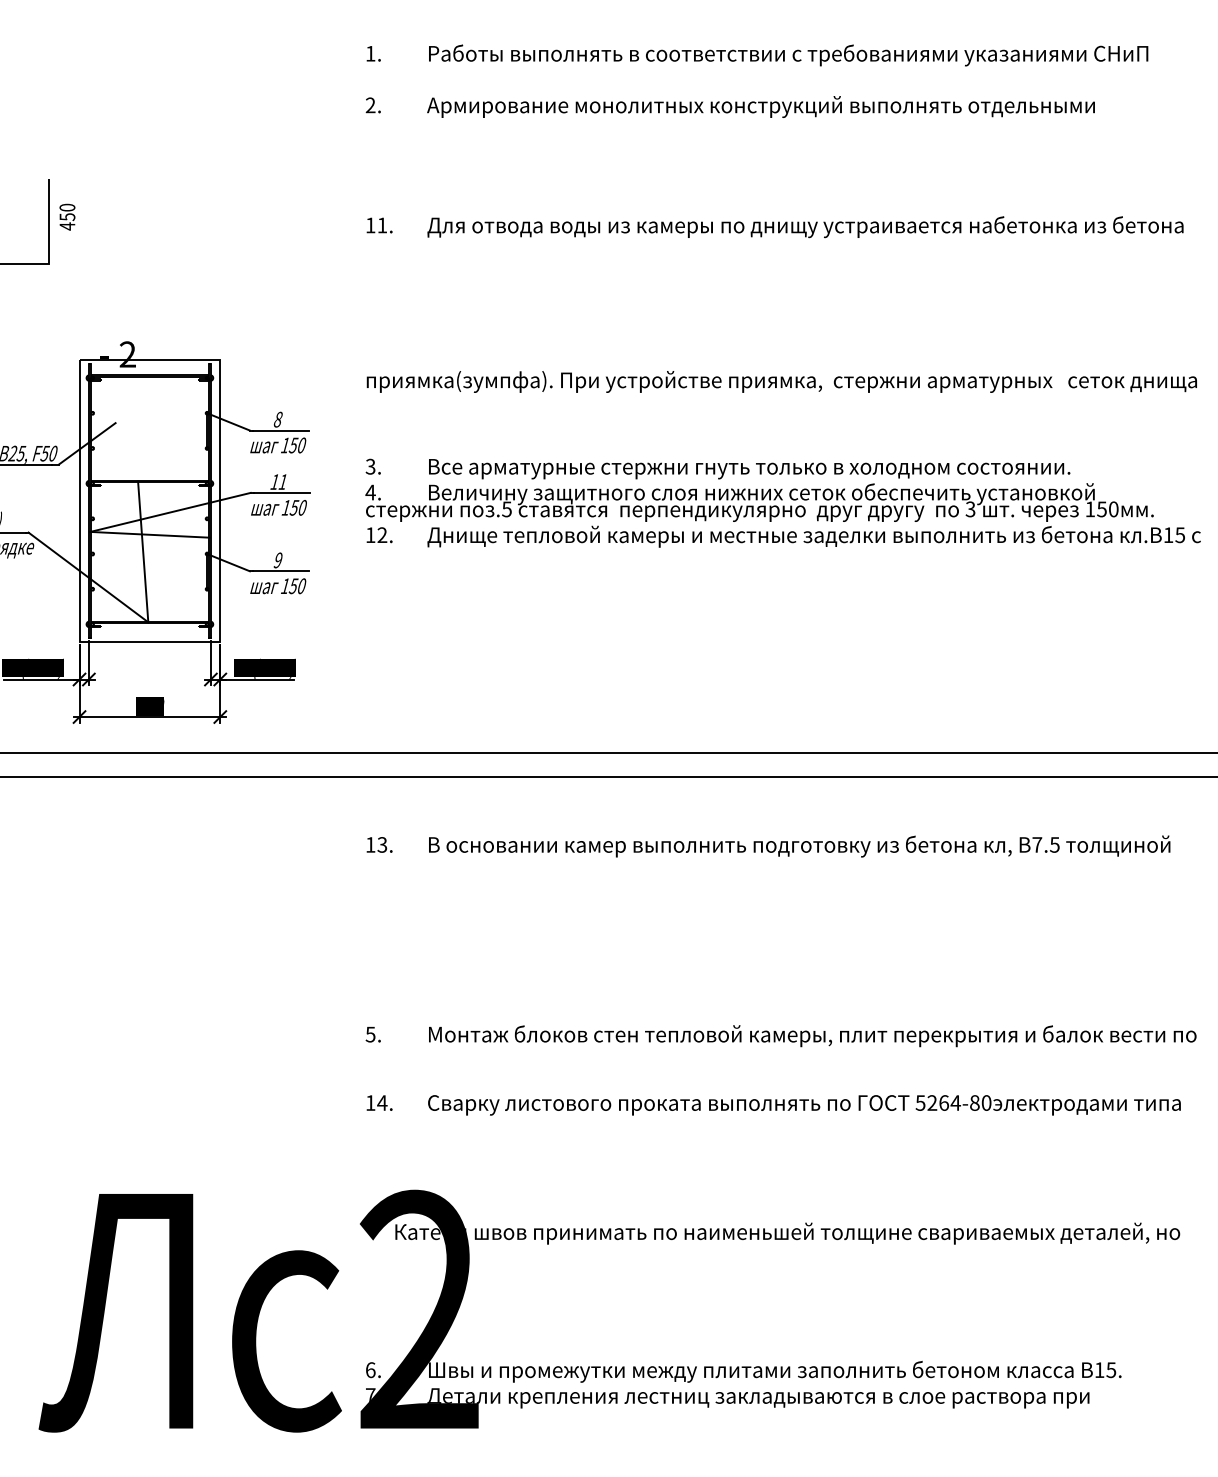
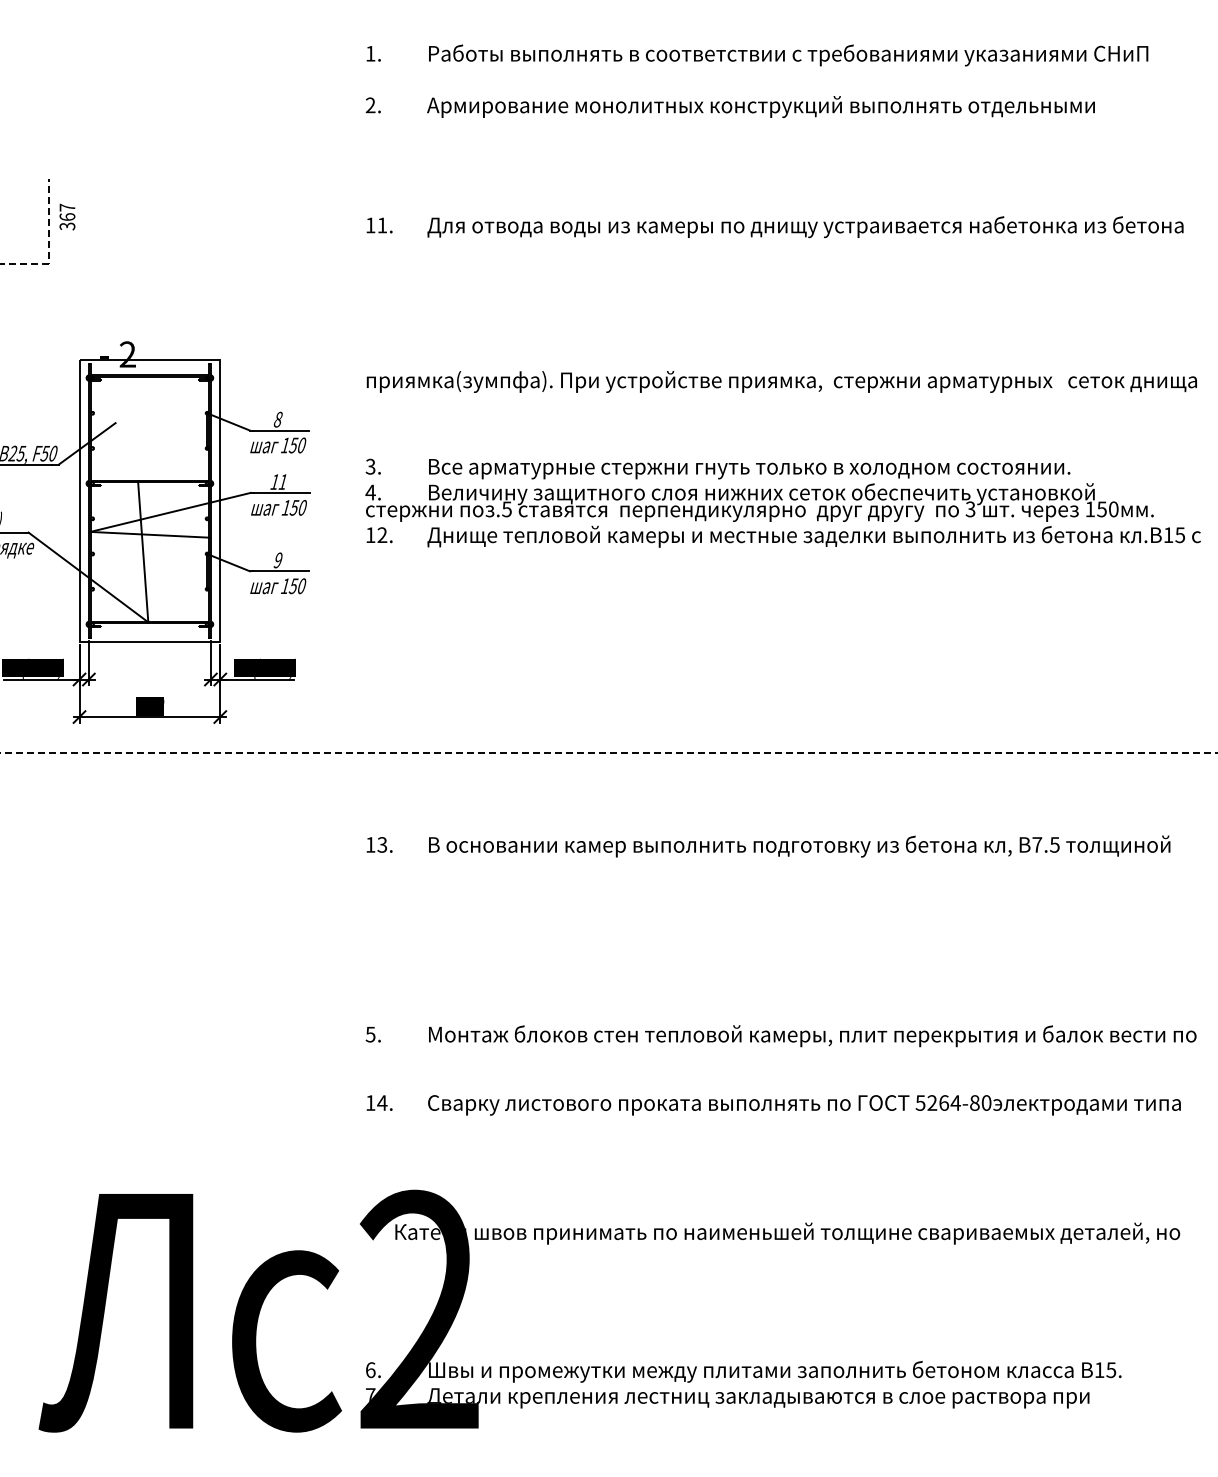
text at (67, 216): 450 -> 367
line at (48, 245): solid -> dashed
line at (609, 753): solid -> dashed
line at (608, 776): present -> none
